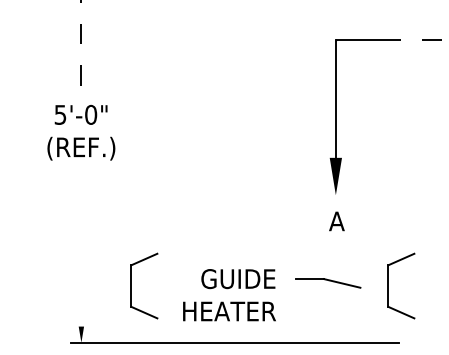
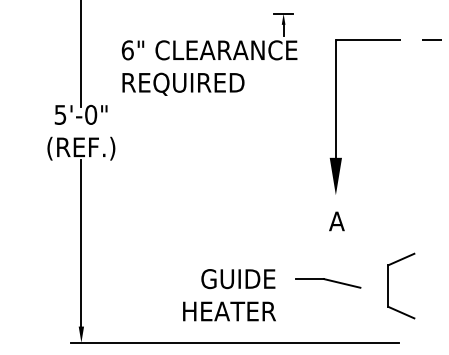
line at (81, 53): dashed -> solid
part at (209, 54): none -> present
line at (81, 243): none -> present
part at (131, 285): present -> none
